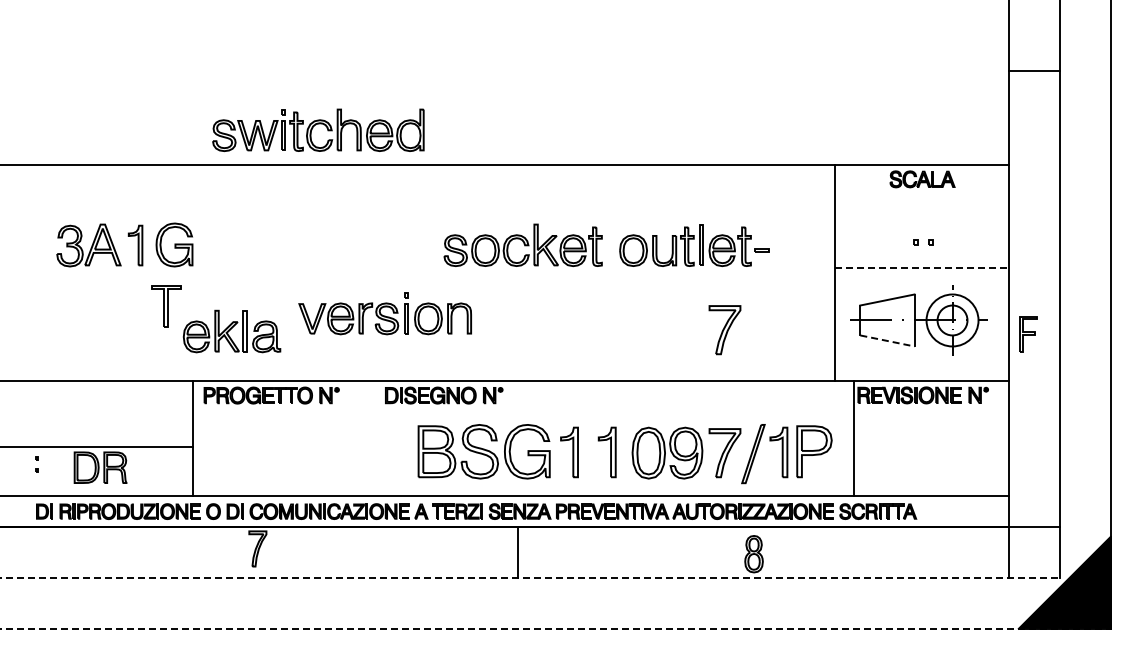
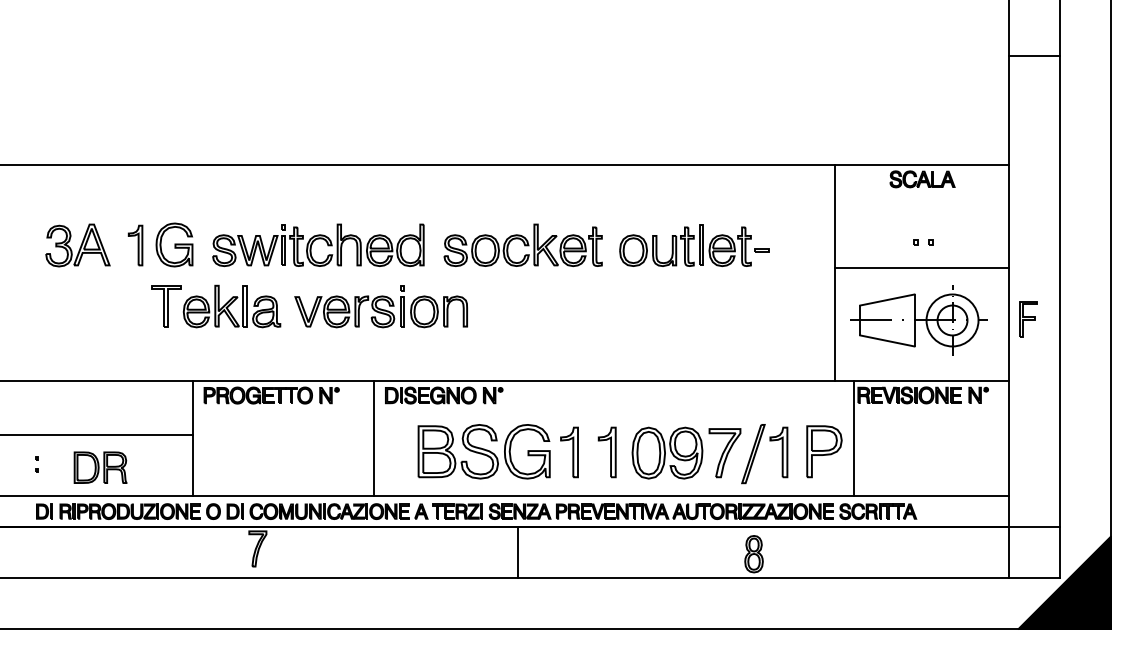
line at (1033, 70) position: (1033, 70) -> (1033, 55)
part at (318, 129) position: (318, 129) -> (318, 244)
part at (88, 245) position: (88, 245) -> (77, 245)
line at (921, 267): dashed -> solid
part at (384, 313) position: (384, 313) -> (380, 306)
part at (724, 330): present -> none
part at (231, 331) position: (231, 331) -> (231, 306)
part at (1028, 334) position: (1028, 334) -> (1028, 319)
line at (887, 340): dashed -> solid
line at (373, 438): none -> present
line at (97, 446) position: (97, 446) -> (97, 434)
part at (814, 451) position: (814, 451) -> (824, 451)
line at (529, 577): dashed -> solid
line at (555, 628): dashed -> solid
